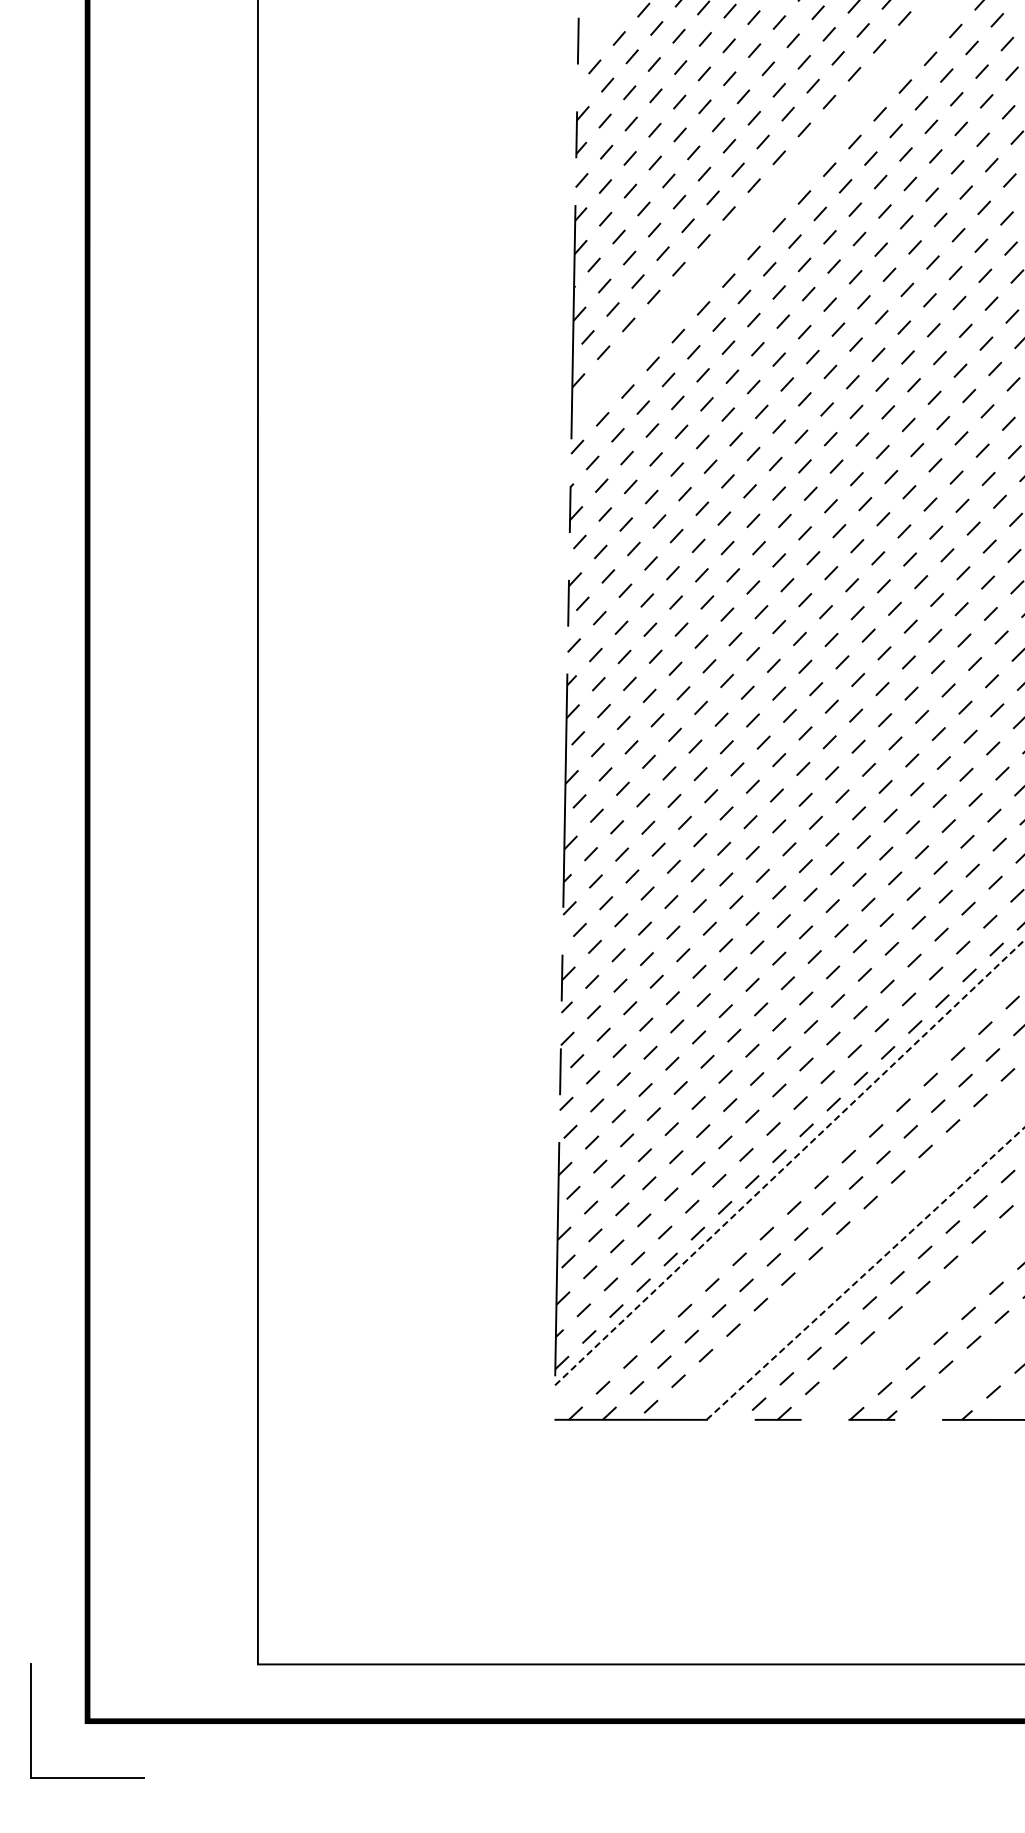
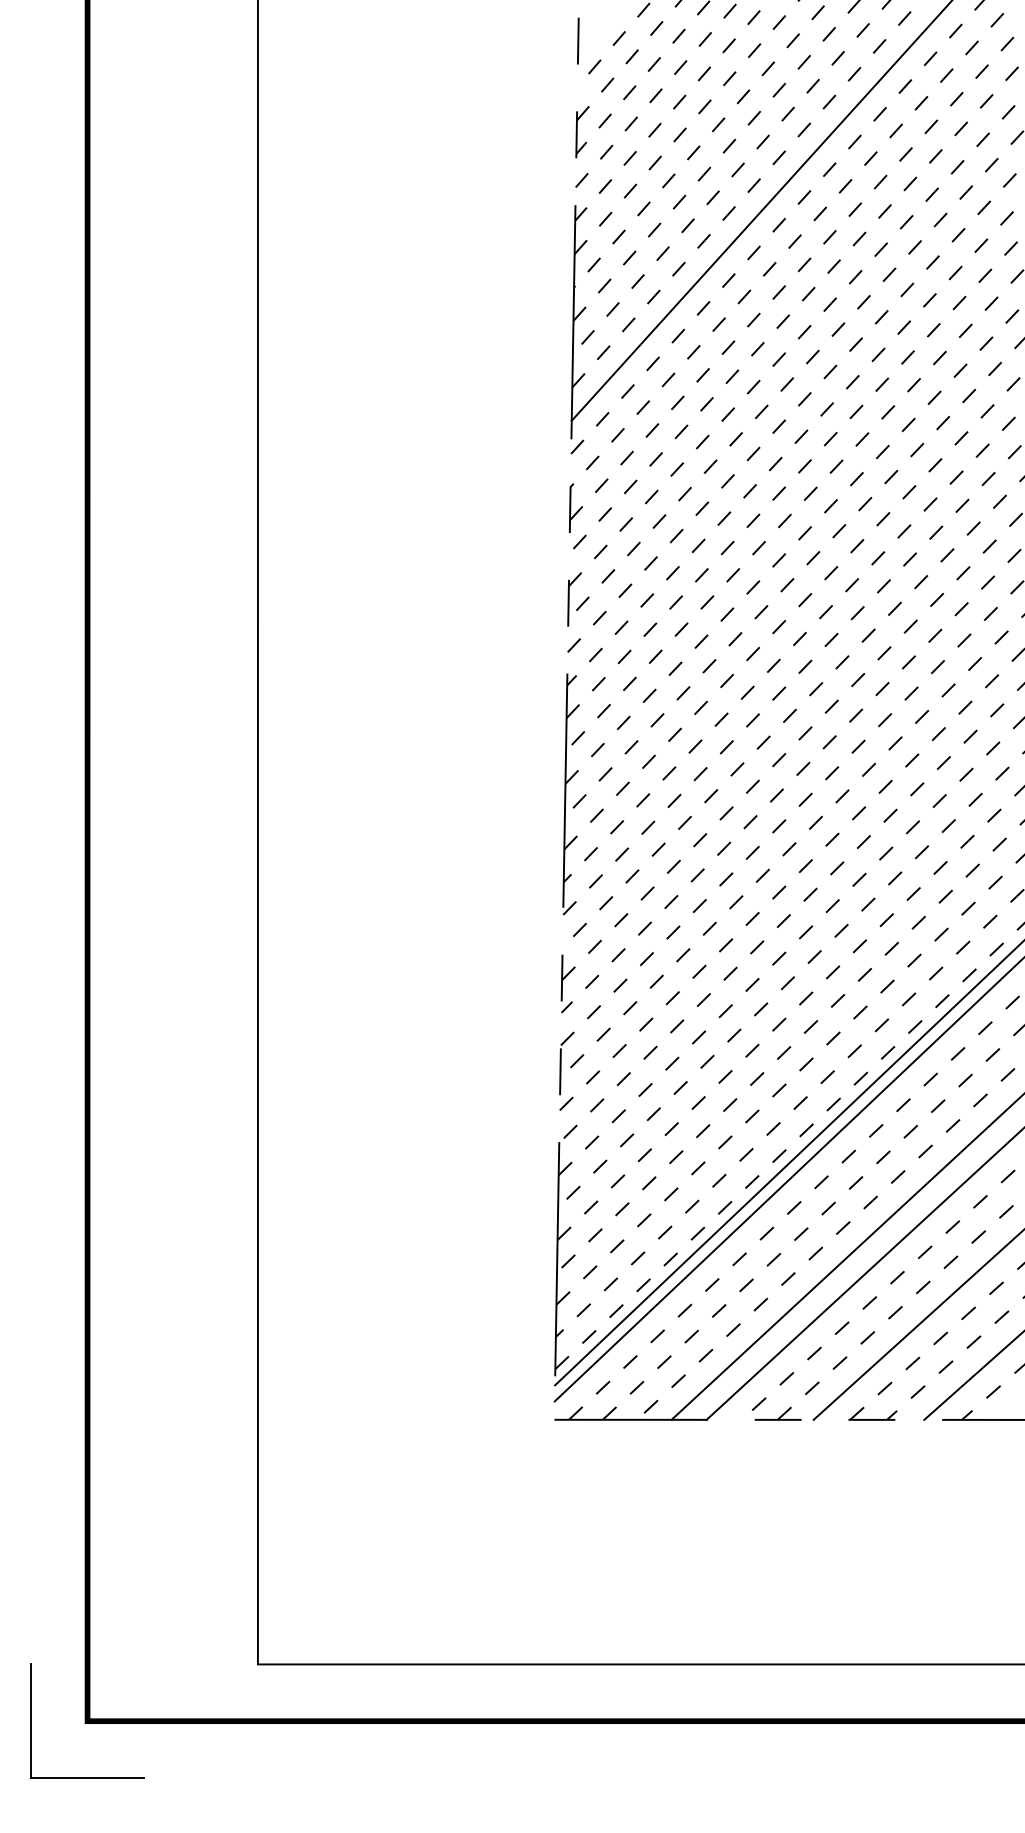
line at (760, 211): none -> present
line at (789, 1163): dashed -> solid
line at (787, 1180): none -> present
line at (846, 1257): none -> present
line at (865, 1273): dashed -> solid
line at (917, 1325): none -> present
line at (972, 1376): none -> present
